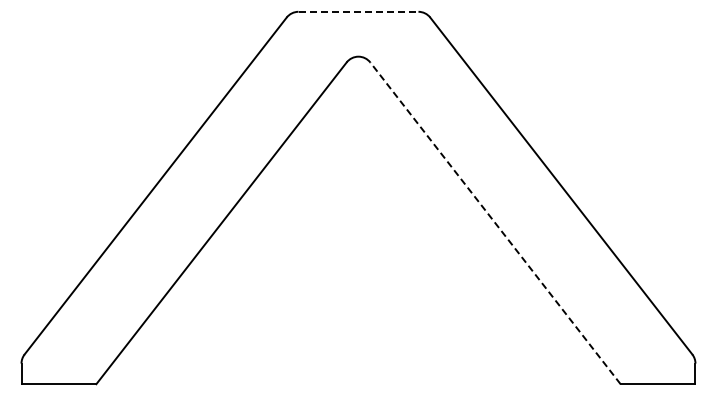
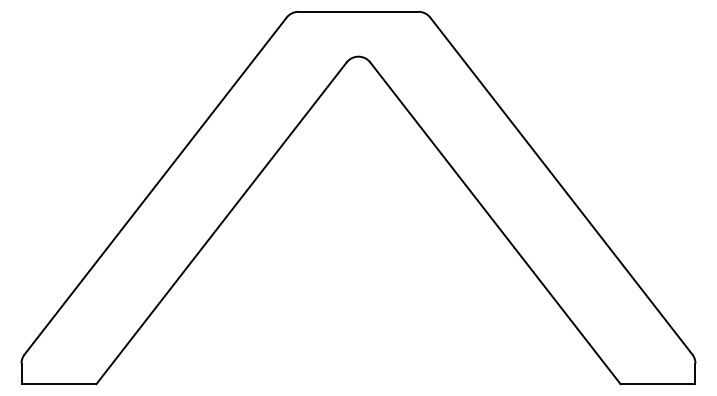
line at (358, 11): dashed -> solid
line at (495, 223): dashed -> solid
